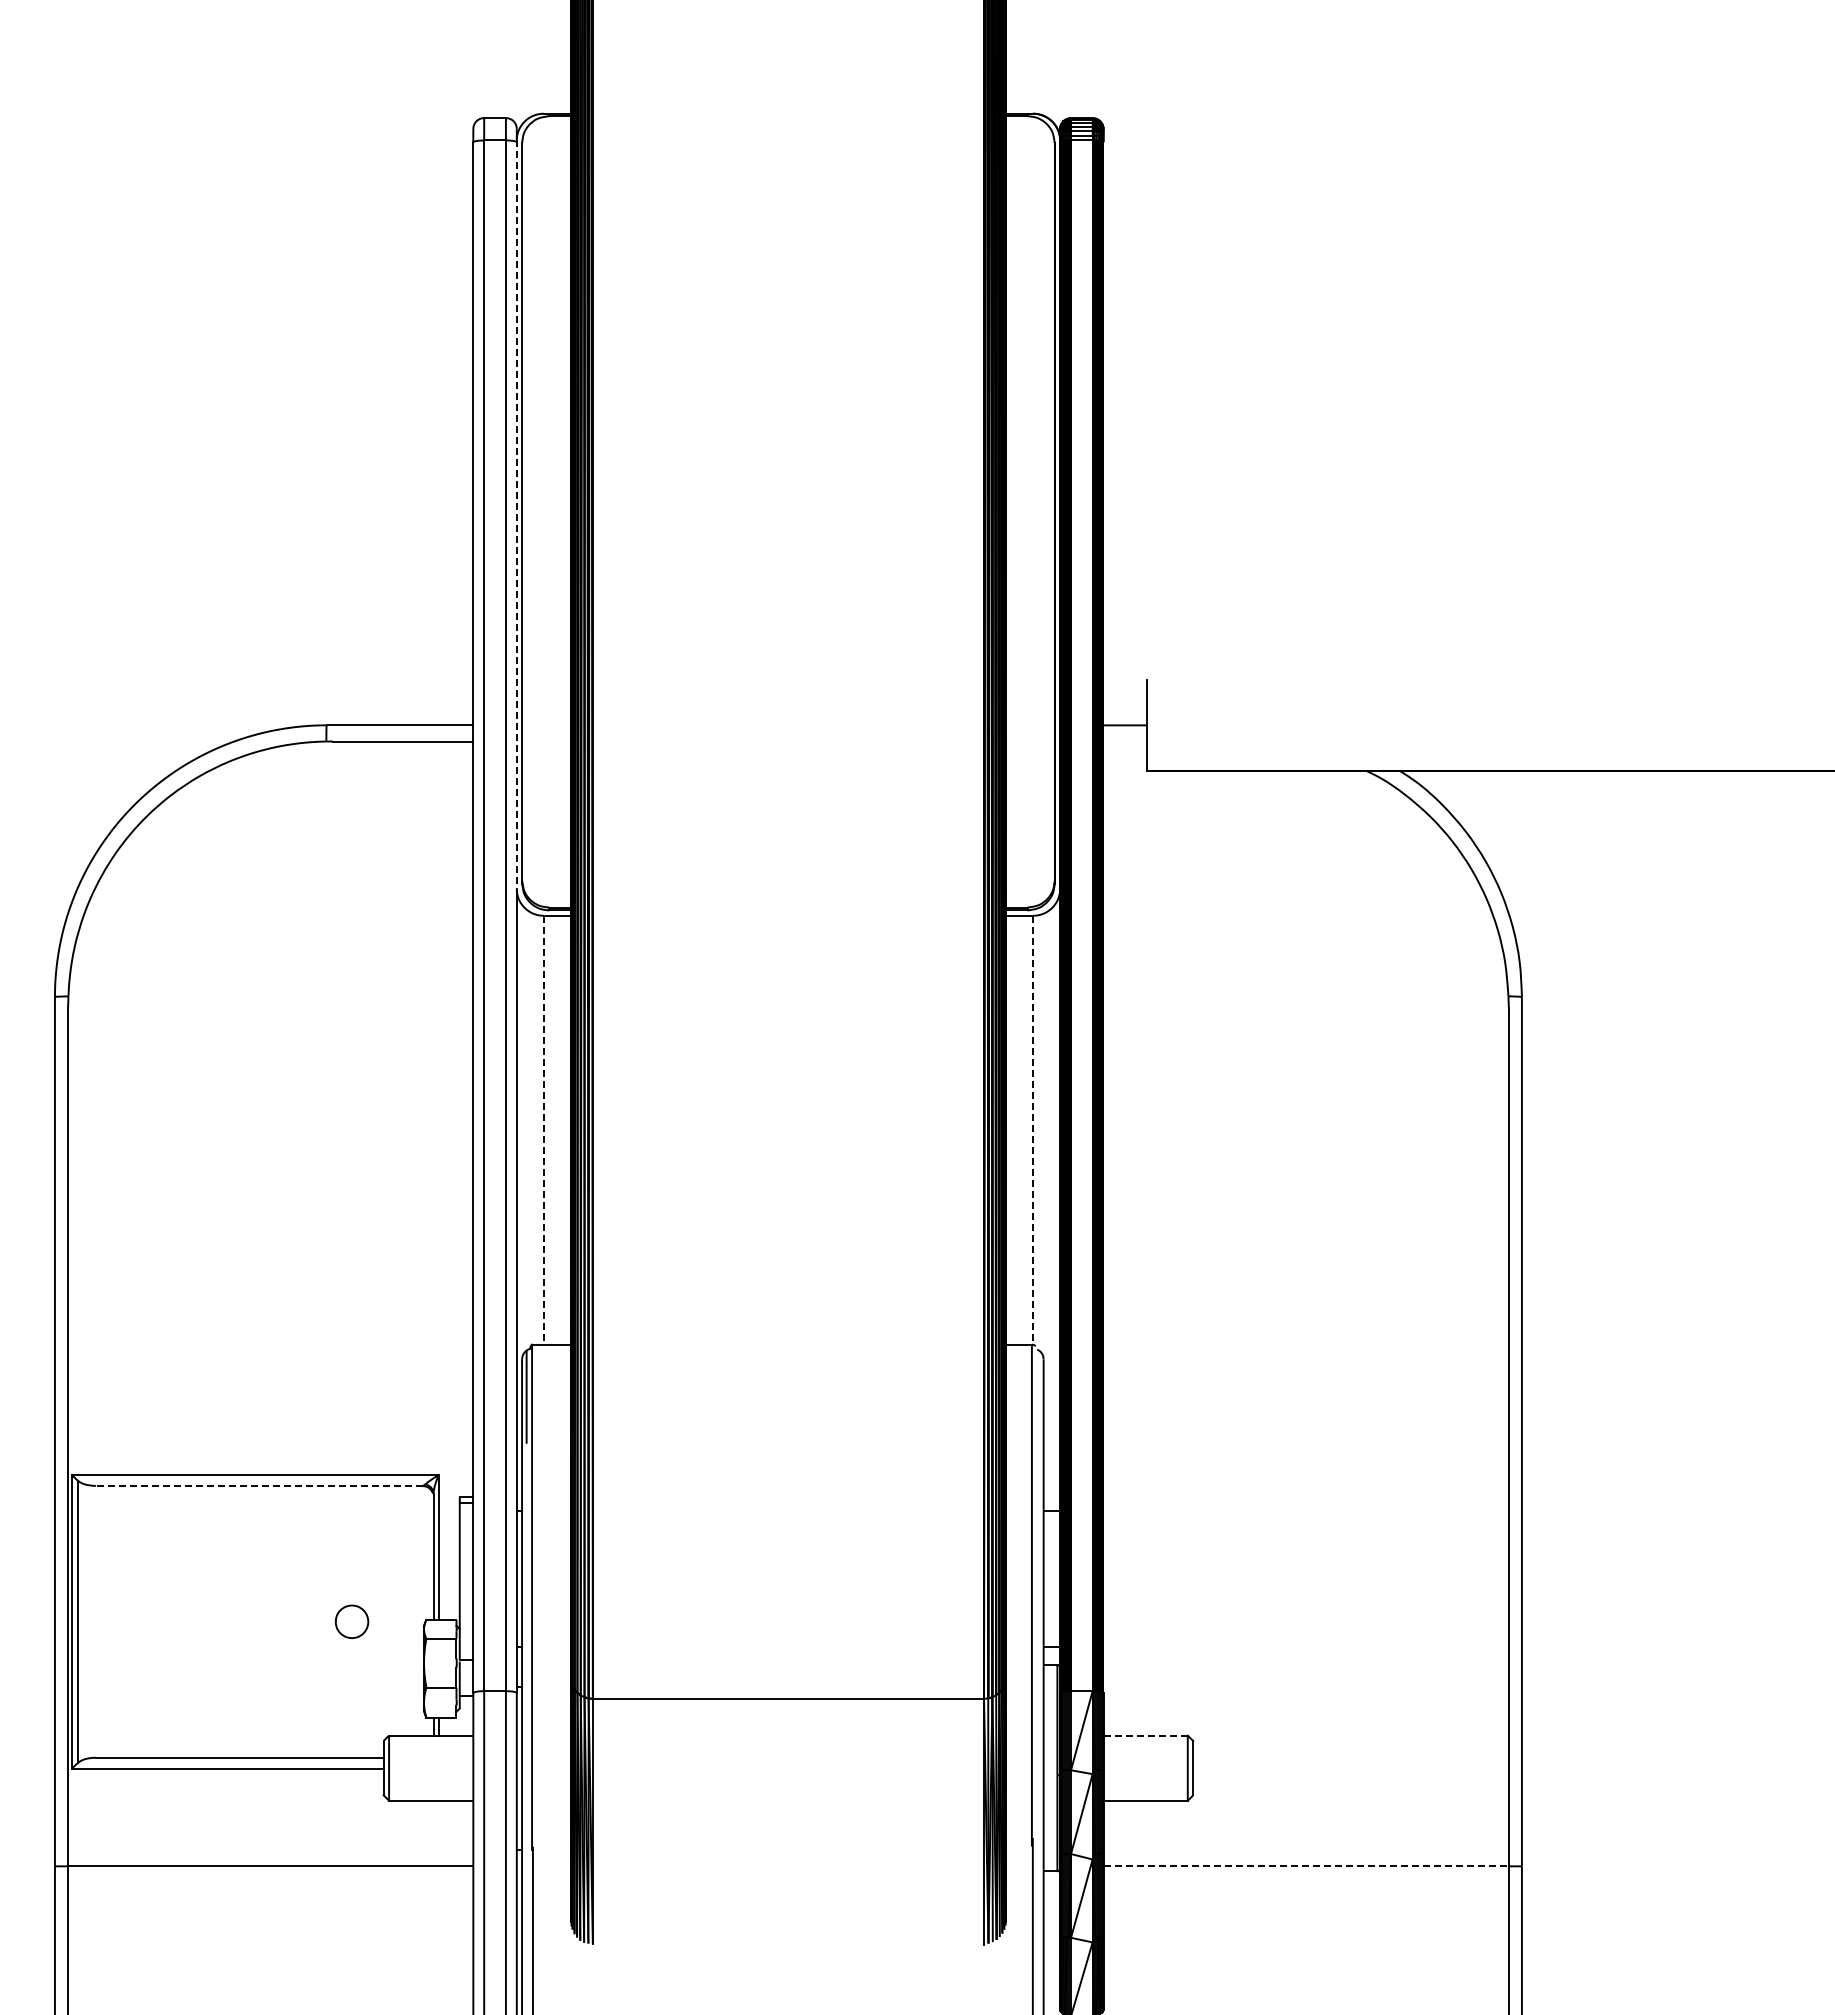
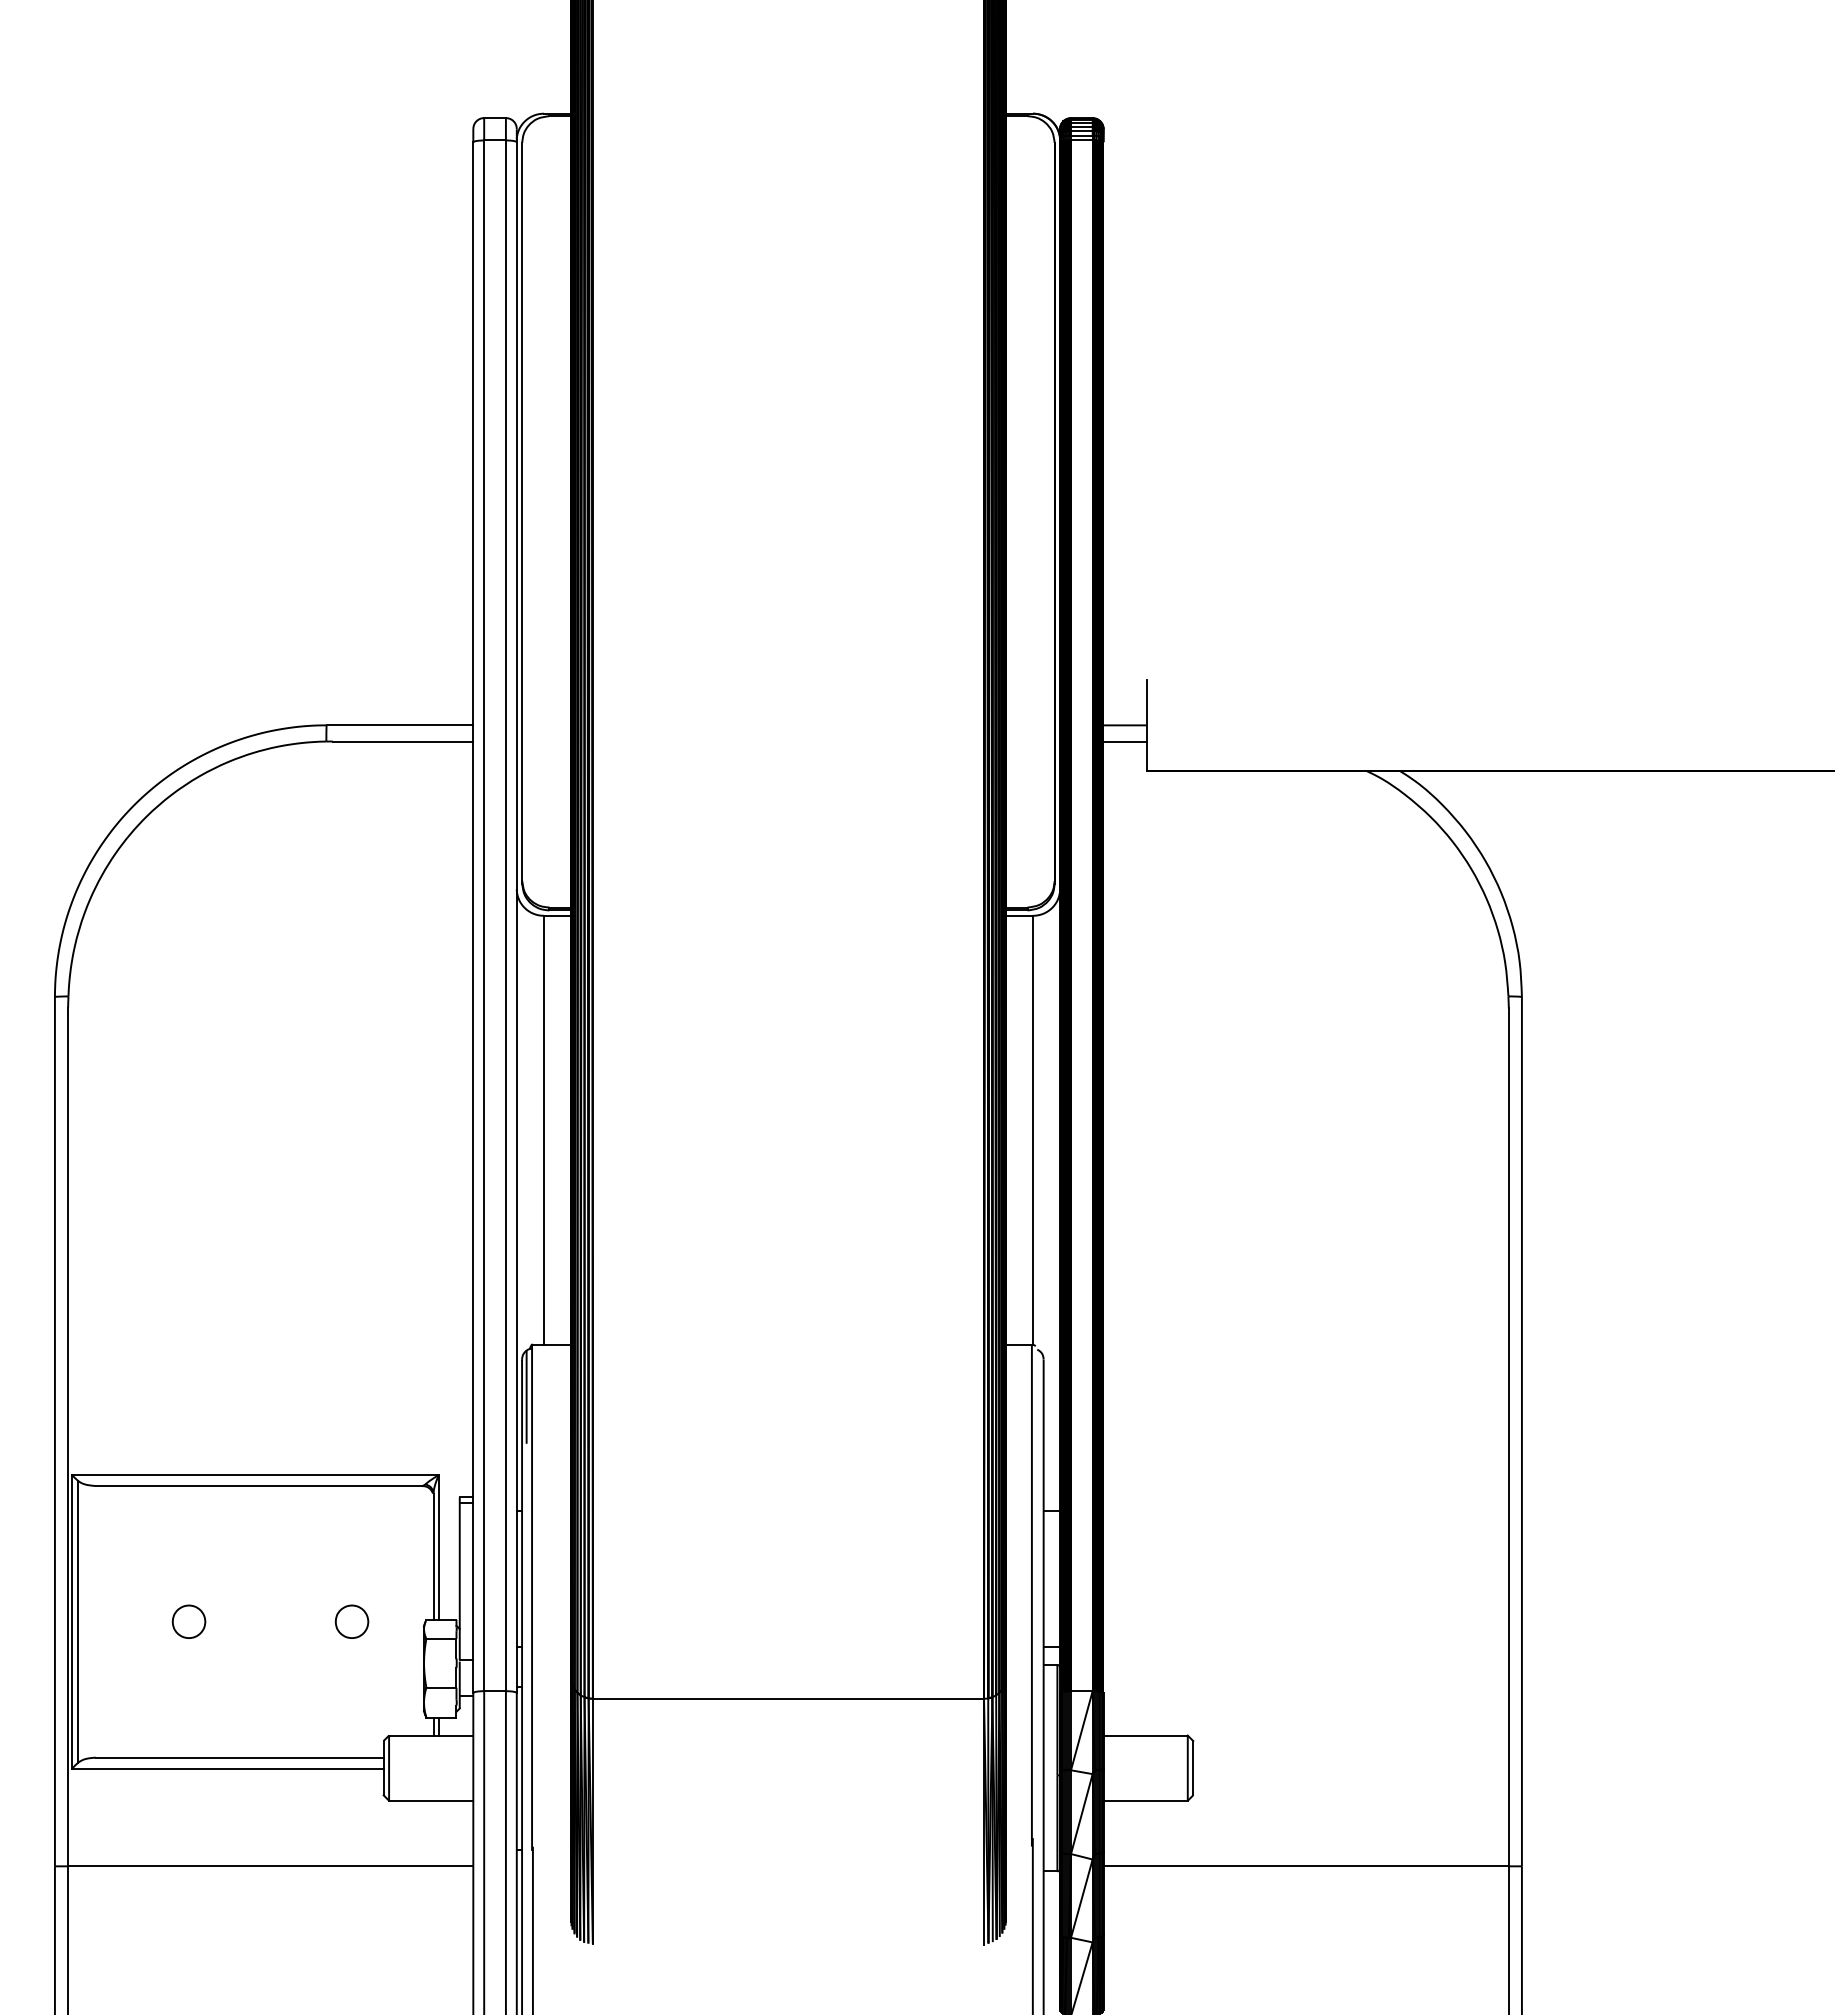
line at (516, 515): dashed -> solid
line at (1125, 741): none -> present
line at (543, 1130): dashed -> solid
line at (1032, 1130): dashed -> solid
line at (258, 1486): dashed -> solid
part at (188, 1621): none -> present
line at (1145, 1735): dashed -> solid
line at (1306, 1866): dashed -> solid
